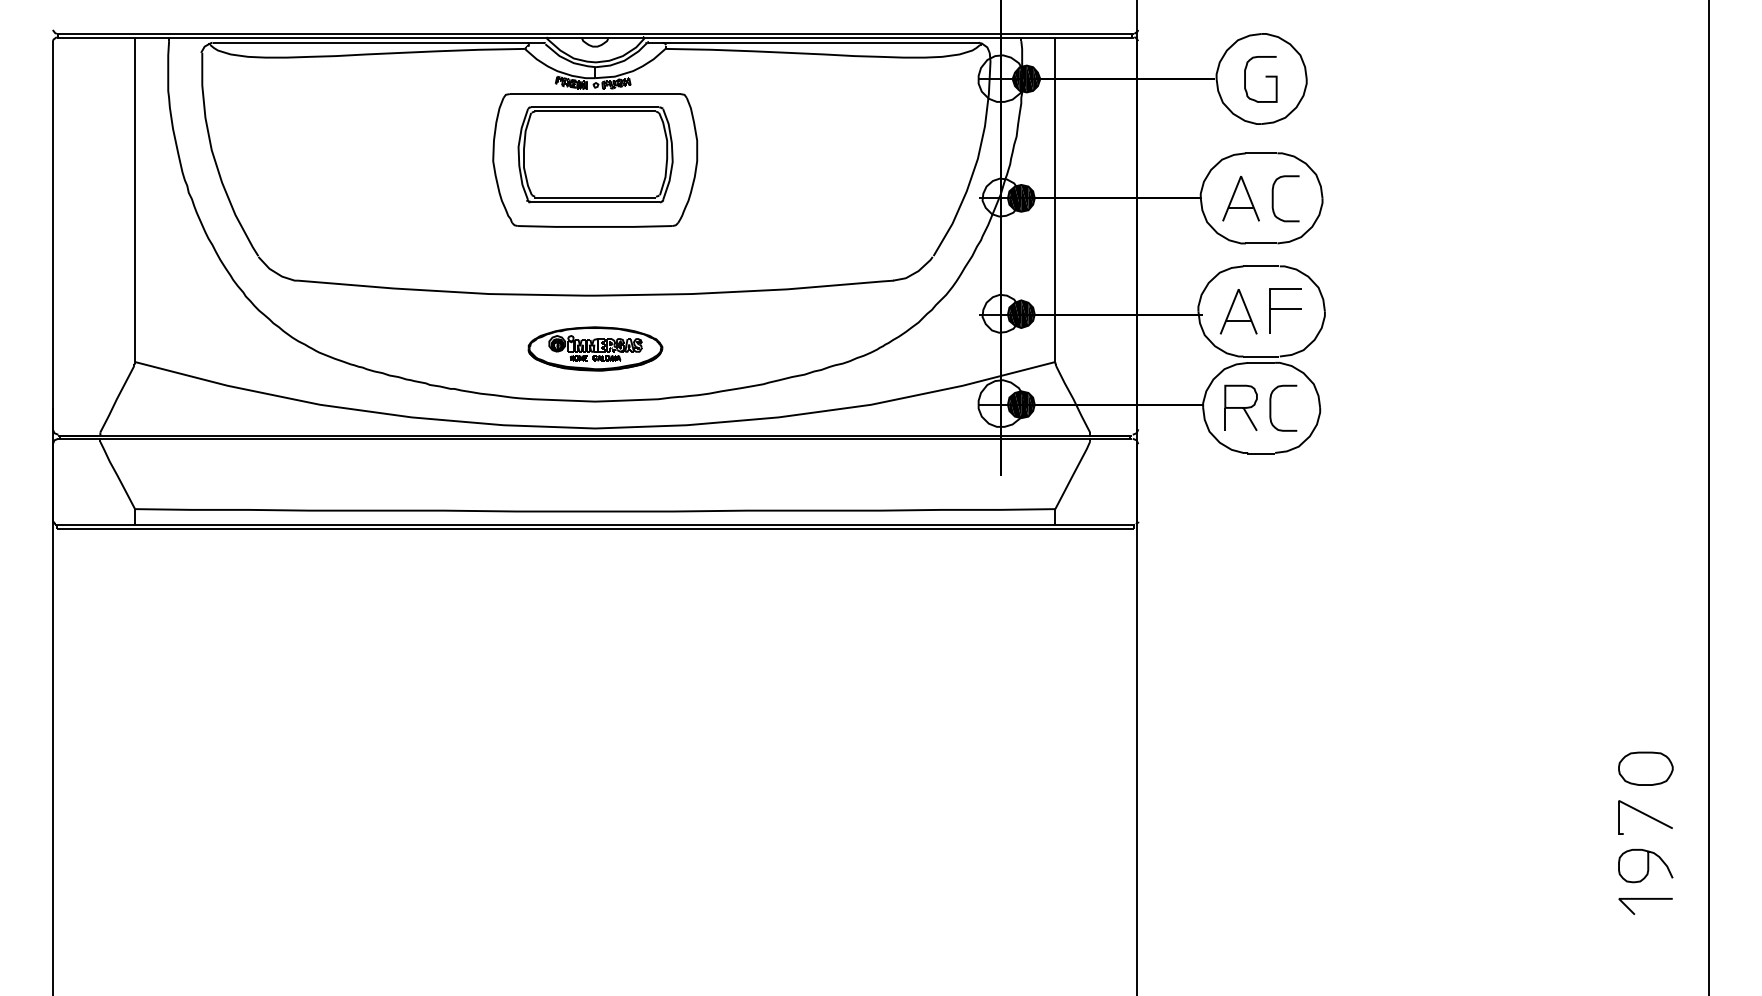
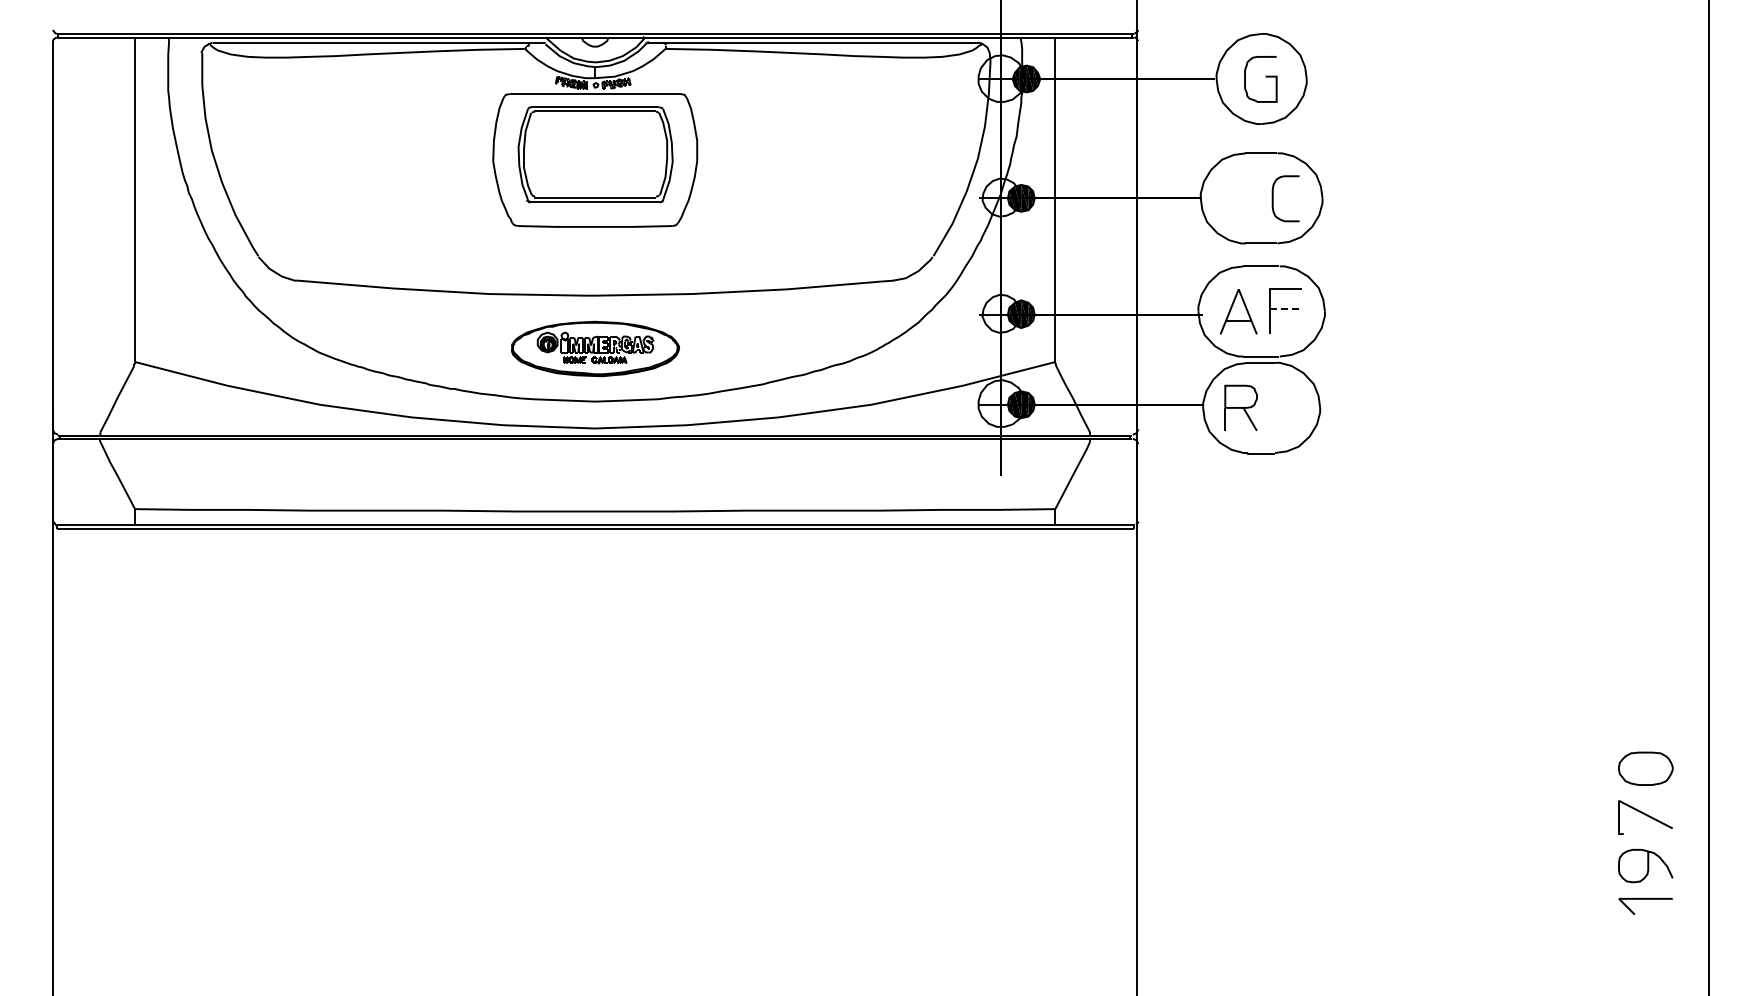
part at (1240, 198): present -> none
line at (1286, 309): solid -> dashed
part at (595, 348) size: 137x46 px -> 169x58 px
curve at (1271, 407): present -> none
